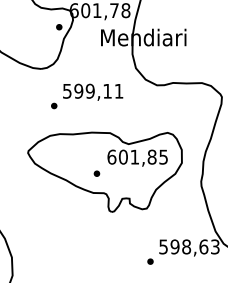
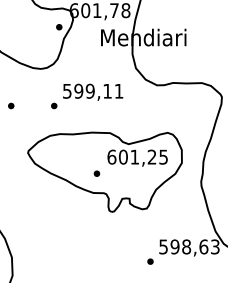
part at (11, 105): none -> present
text at (151, 156): 601,85 -> 601,25
